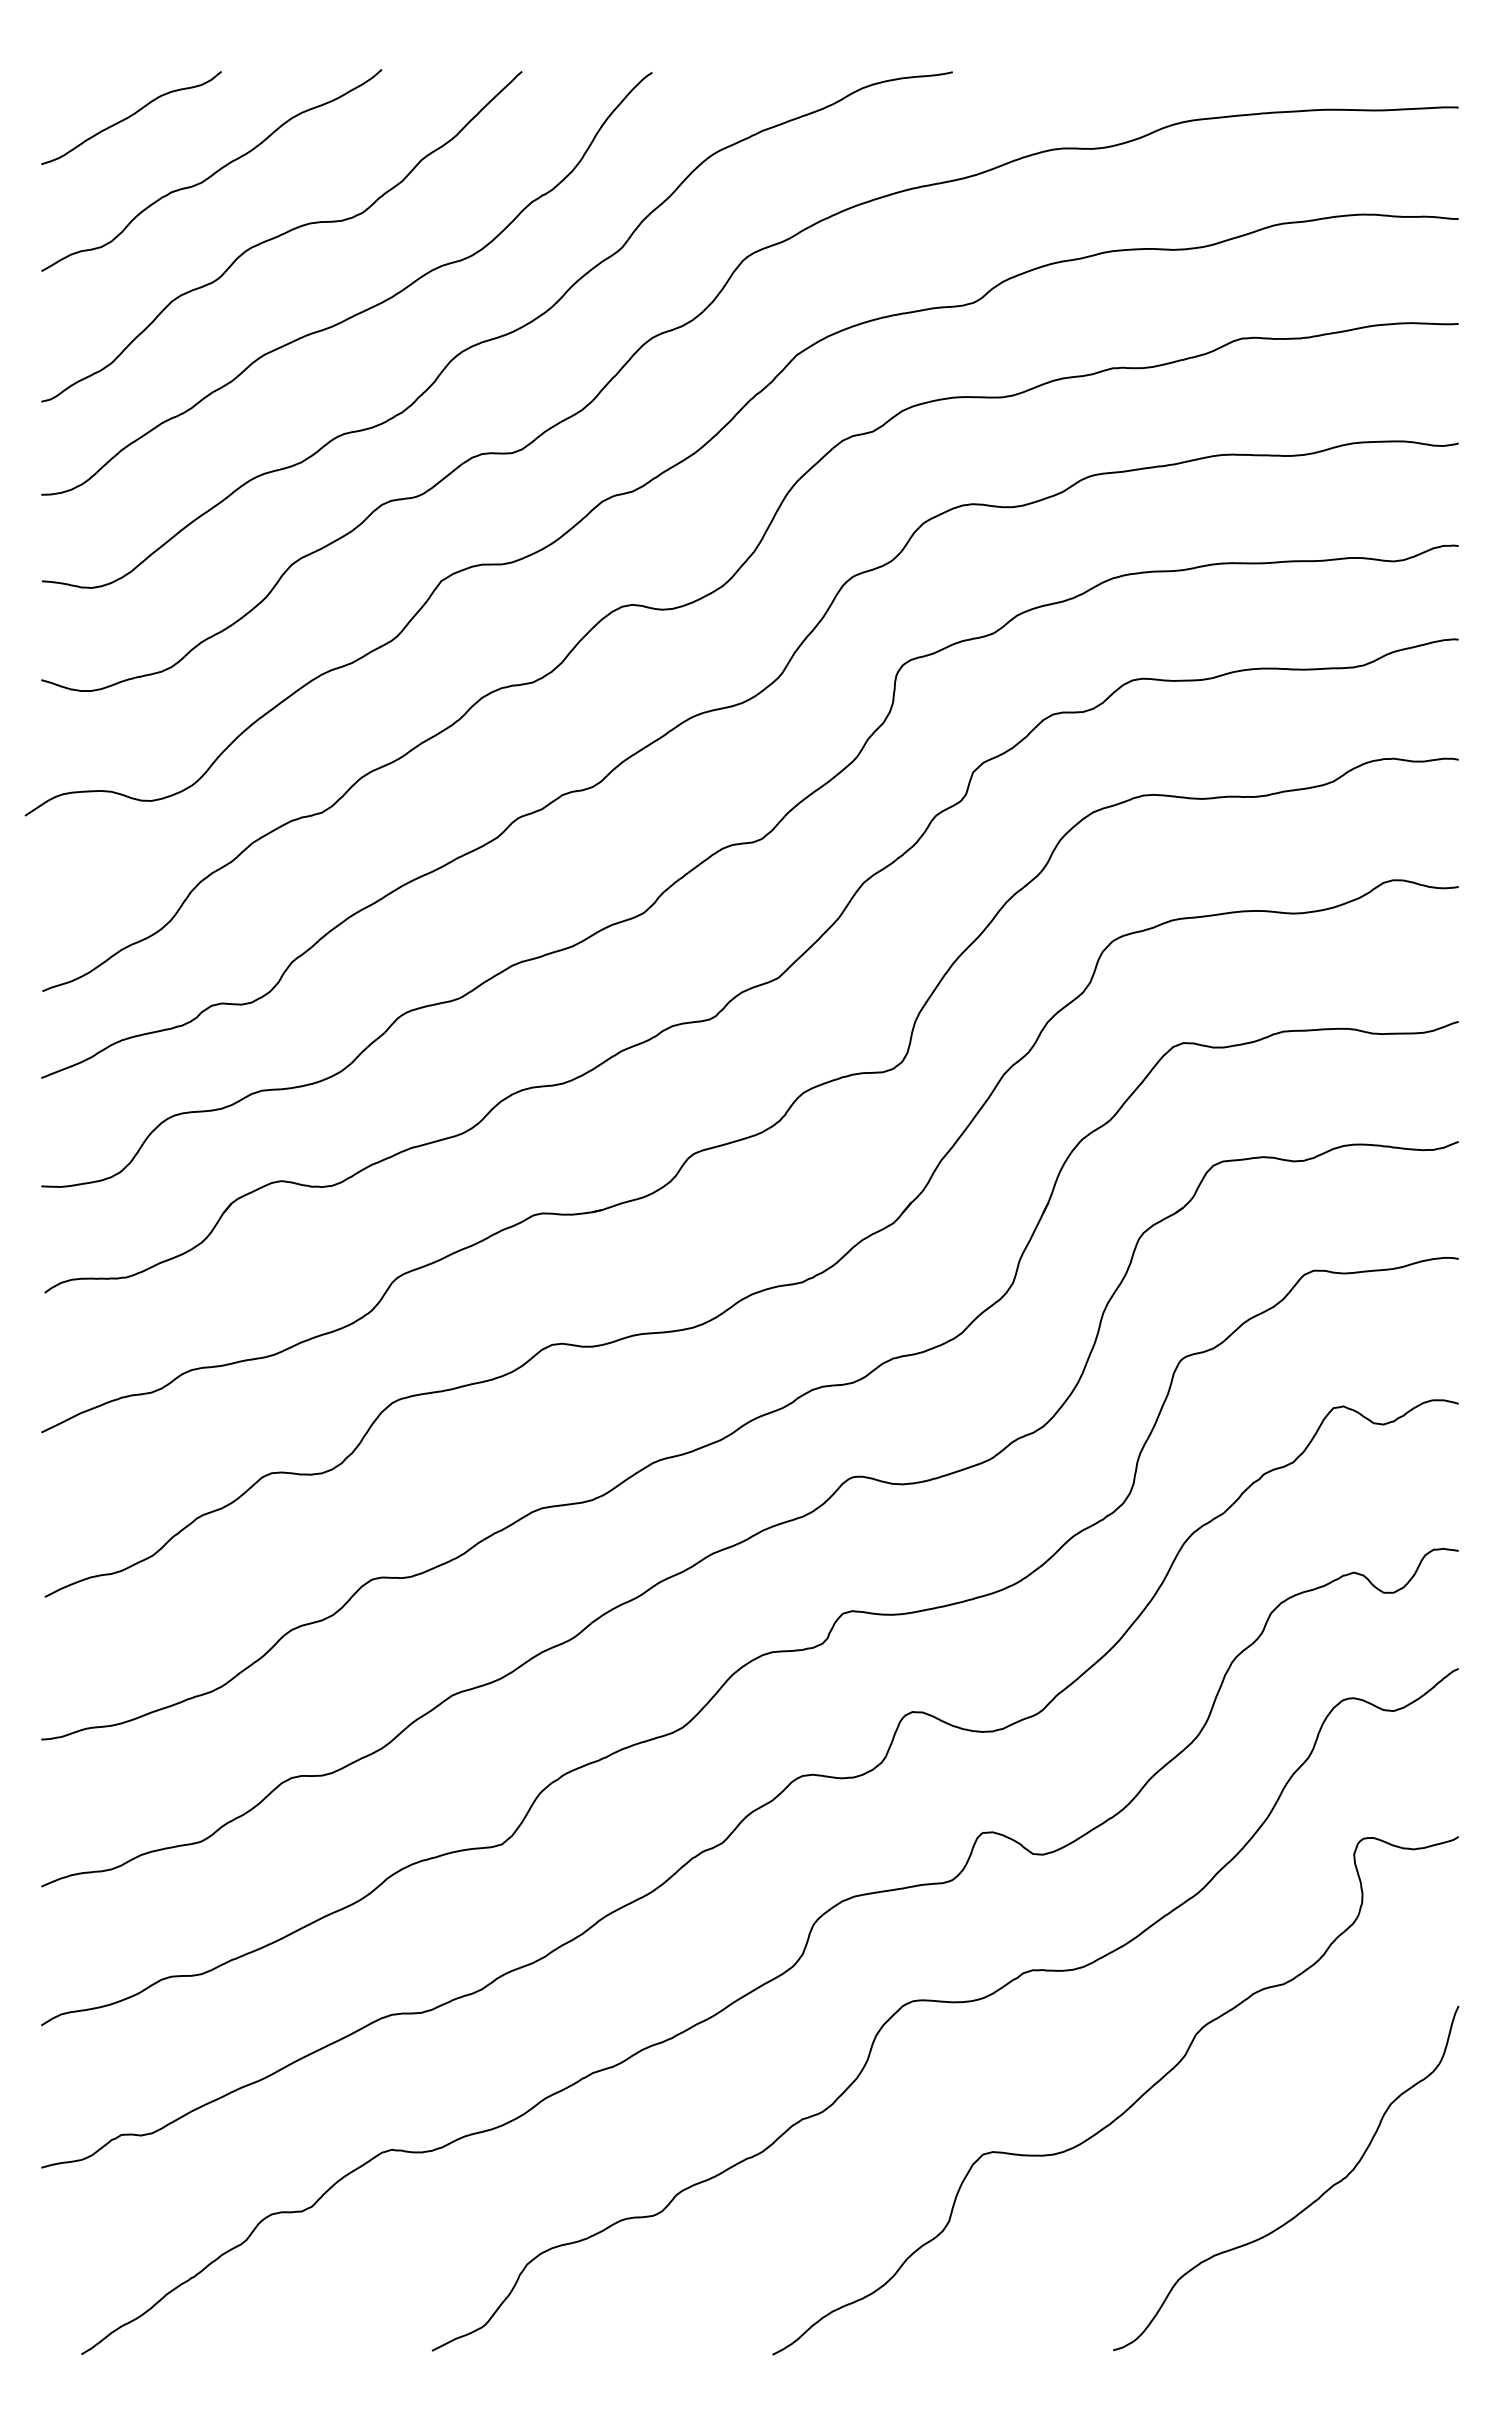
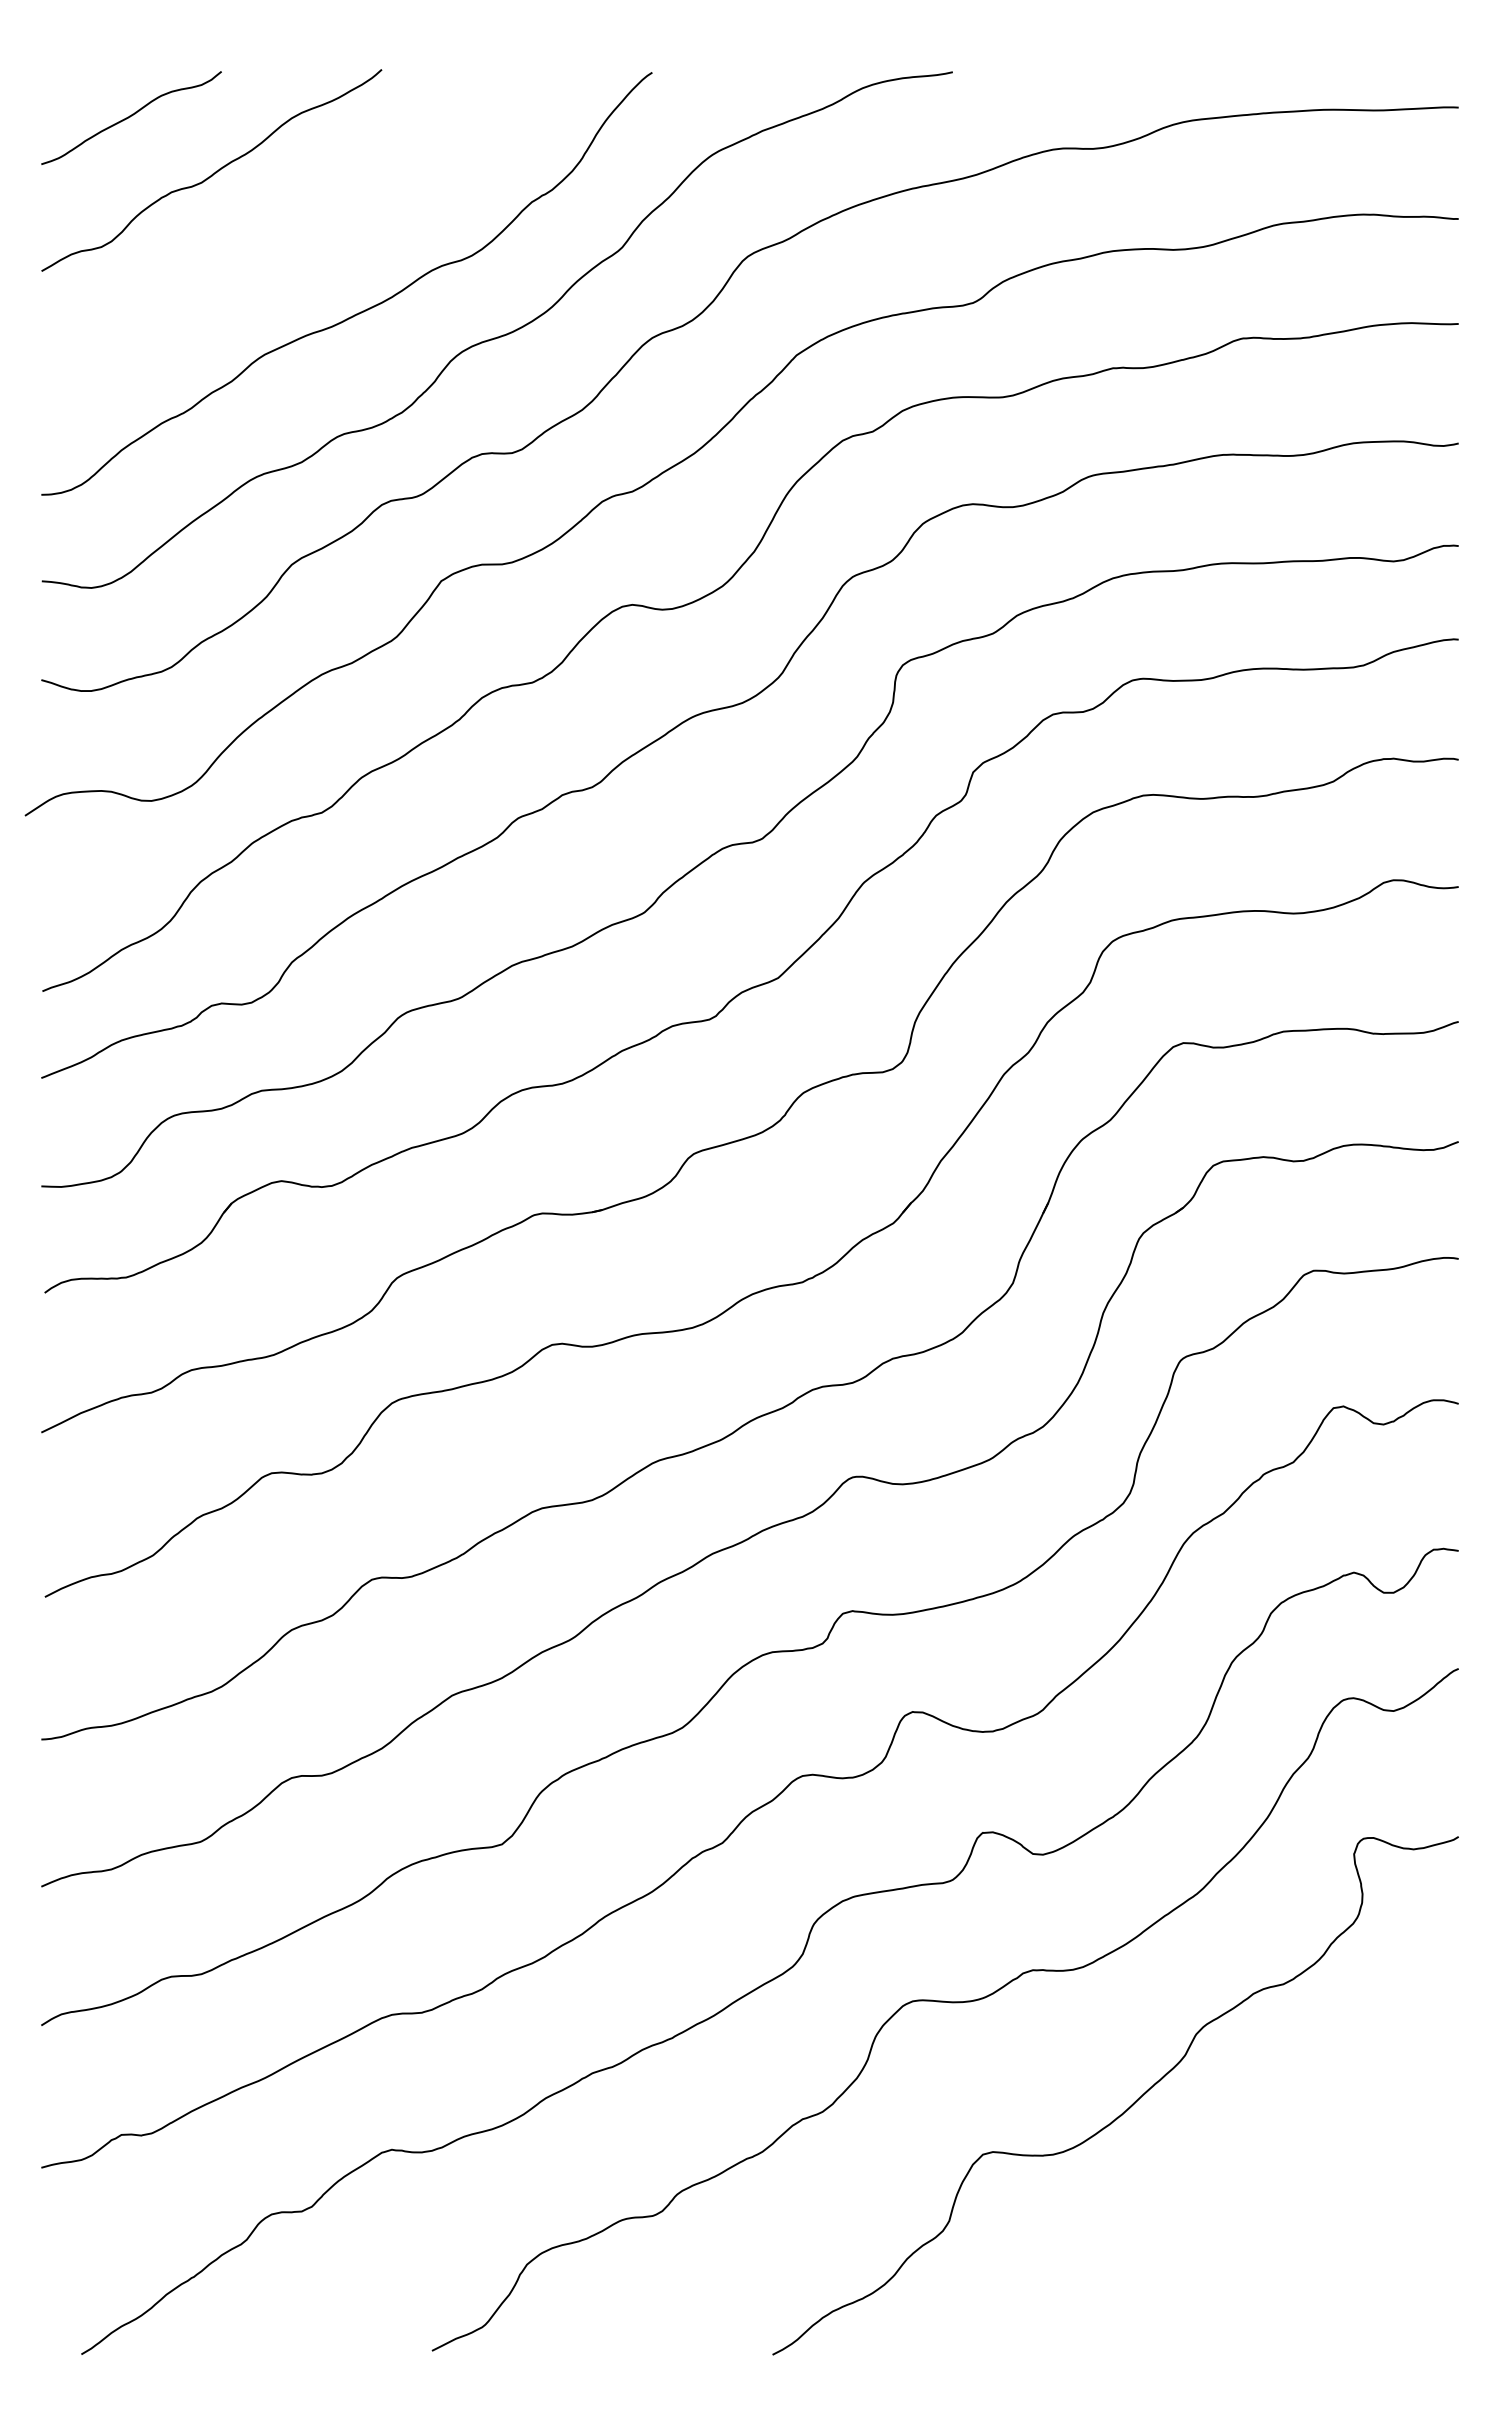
curve at (281, 235): present -> none
curve at (1306, 2206): present -> none
